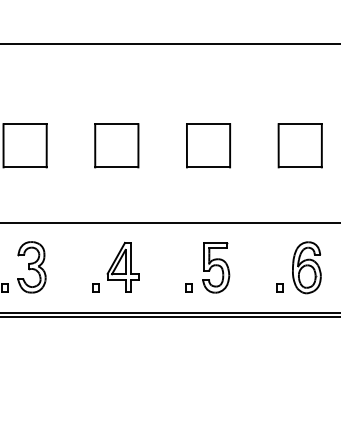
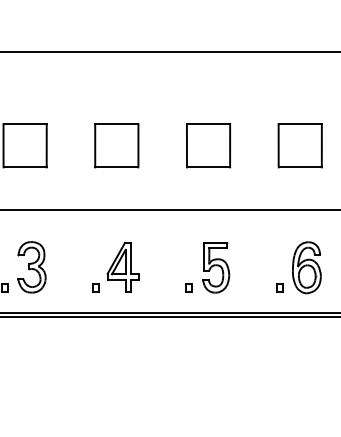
line at (169, 44) position: (169, 44) -> (169, 52)
line at (169, 222) position: (169, 222) -> (169, 209)
